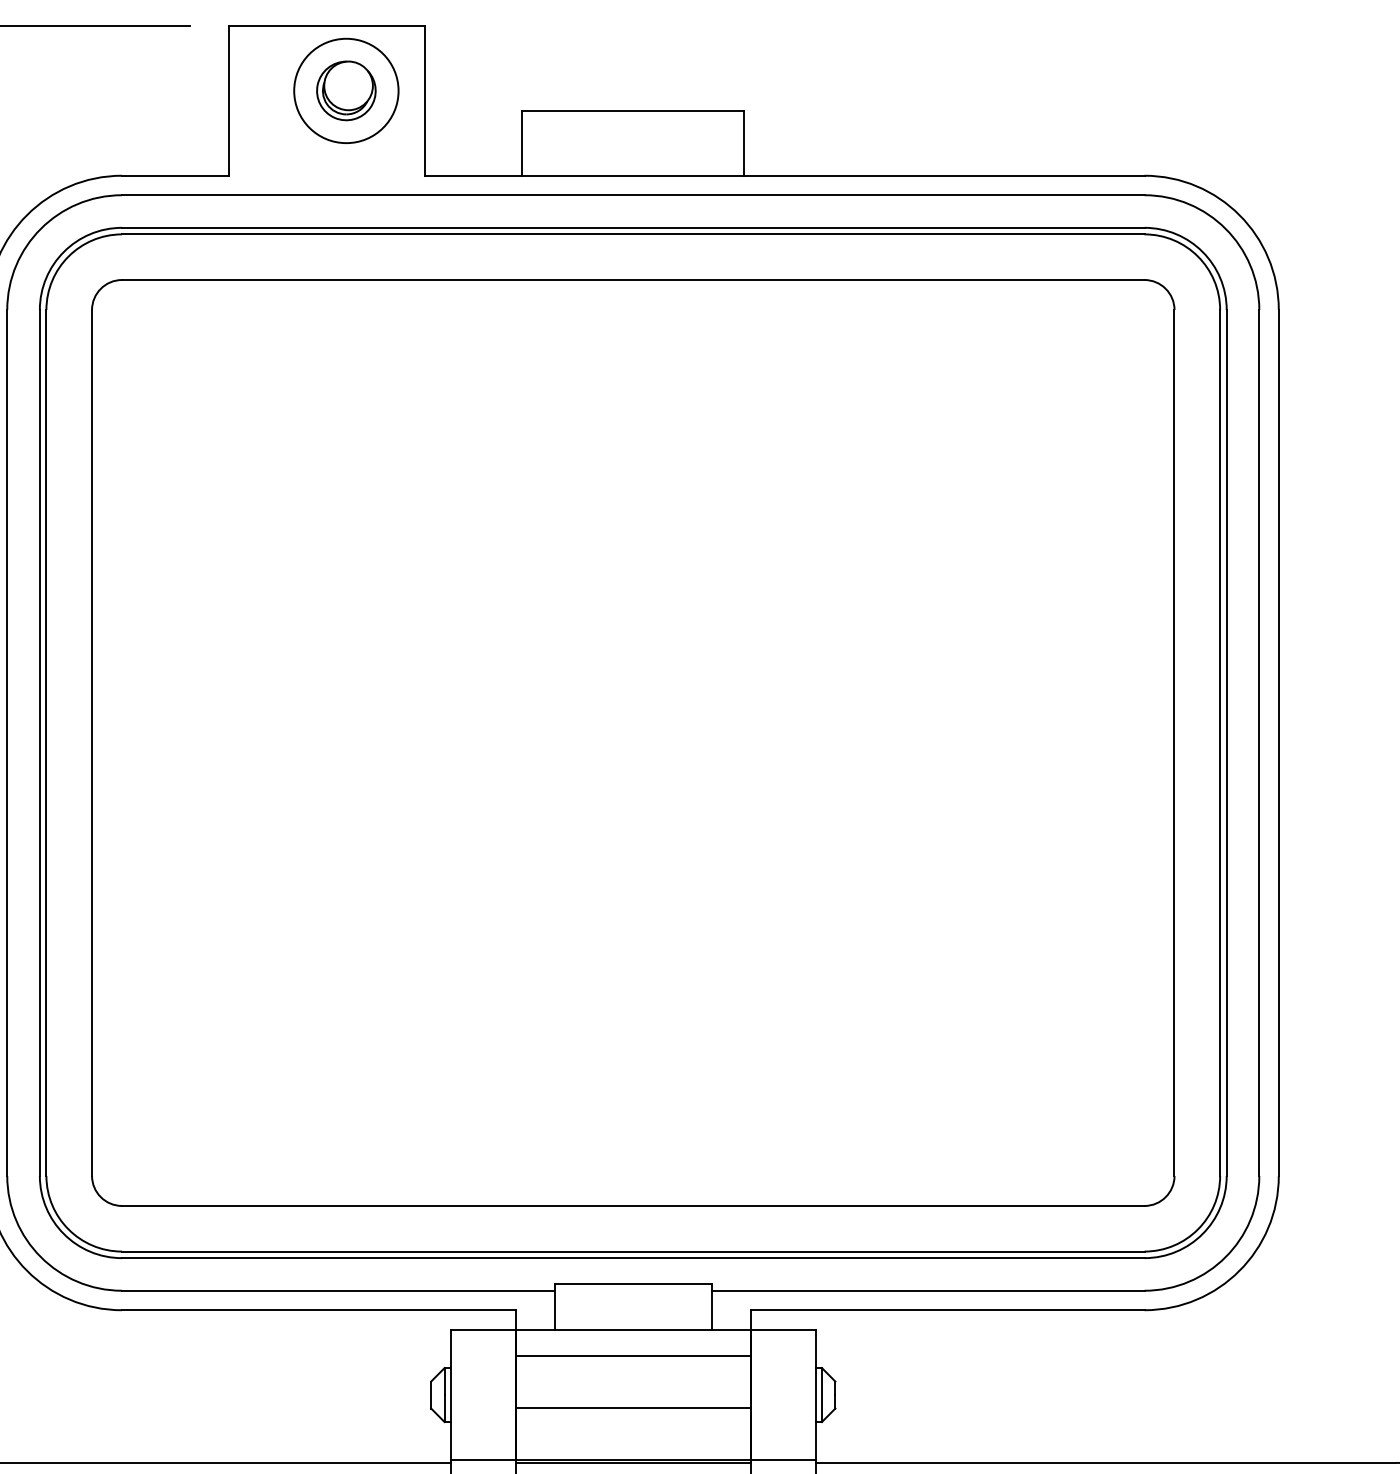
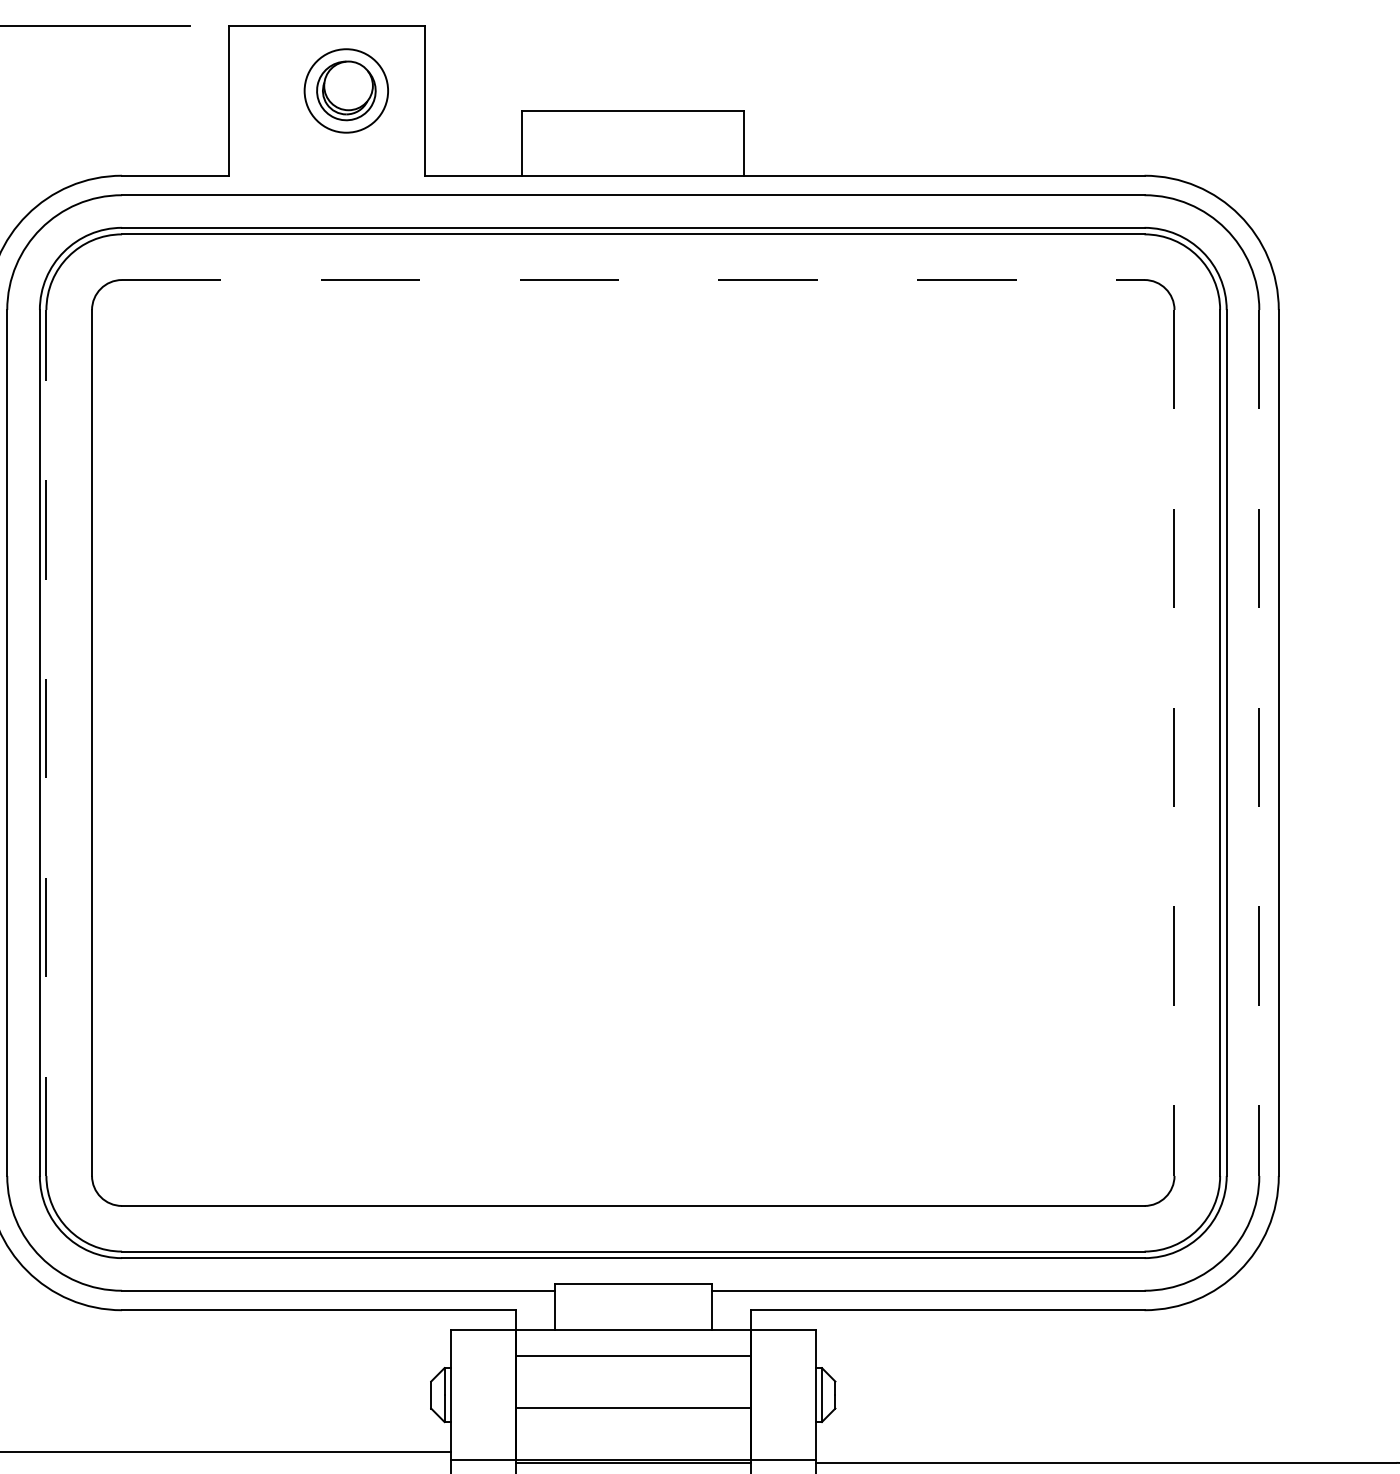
circle at (346, 90) diameter: 104 px -> 83 px
line at (633, 280): solid -> dashed
line at (46, 742): solid -> dashed
line at (1174, 742): solid -> dashed
line at (1259, 742): solid -> dashed
line at (226, 1462) position: (226, 1462) -> (226, 1451)
